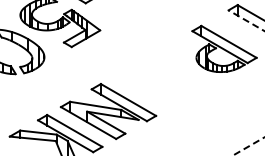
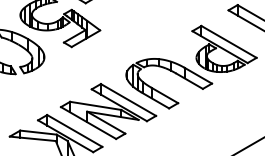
line at (246, 20): dashed -> solid
part at (175, 74): none -> present
line at (248, 146): dashed -> solid
